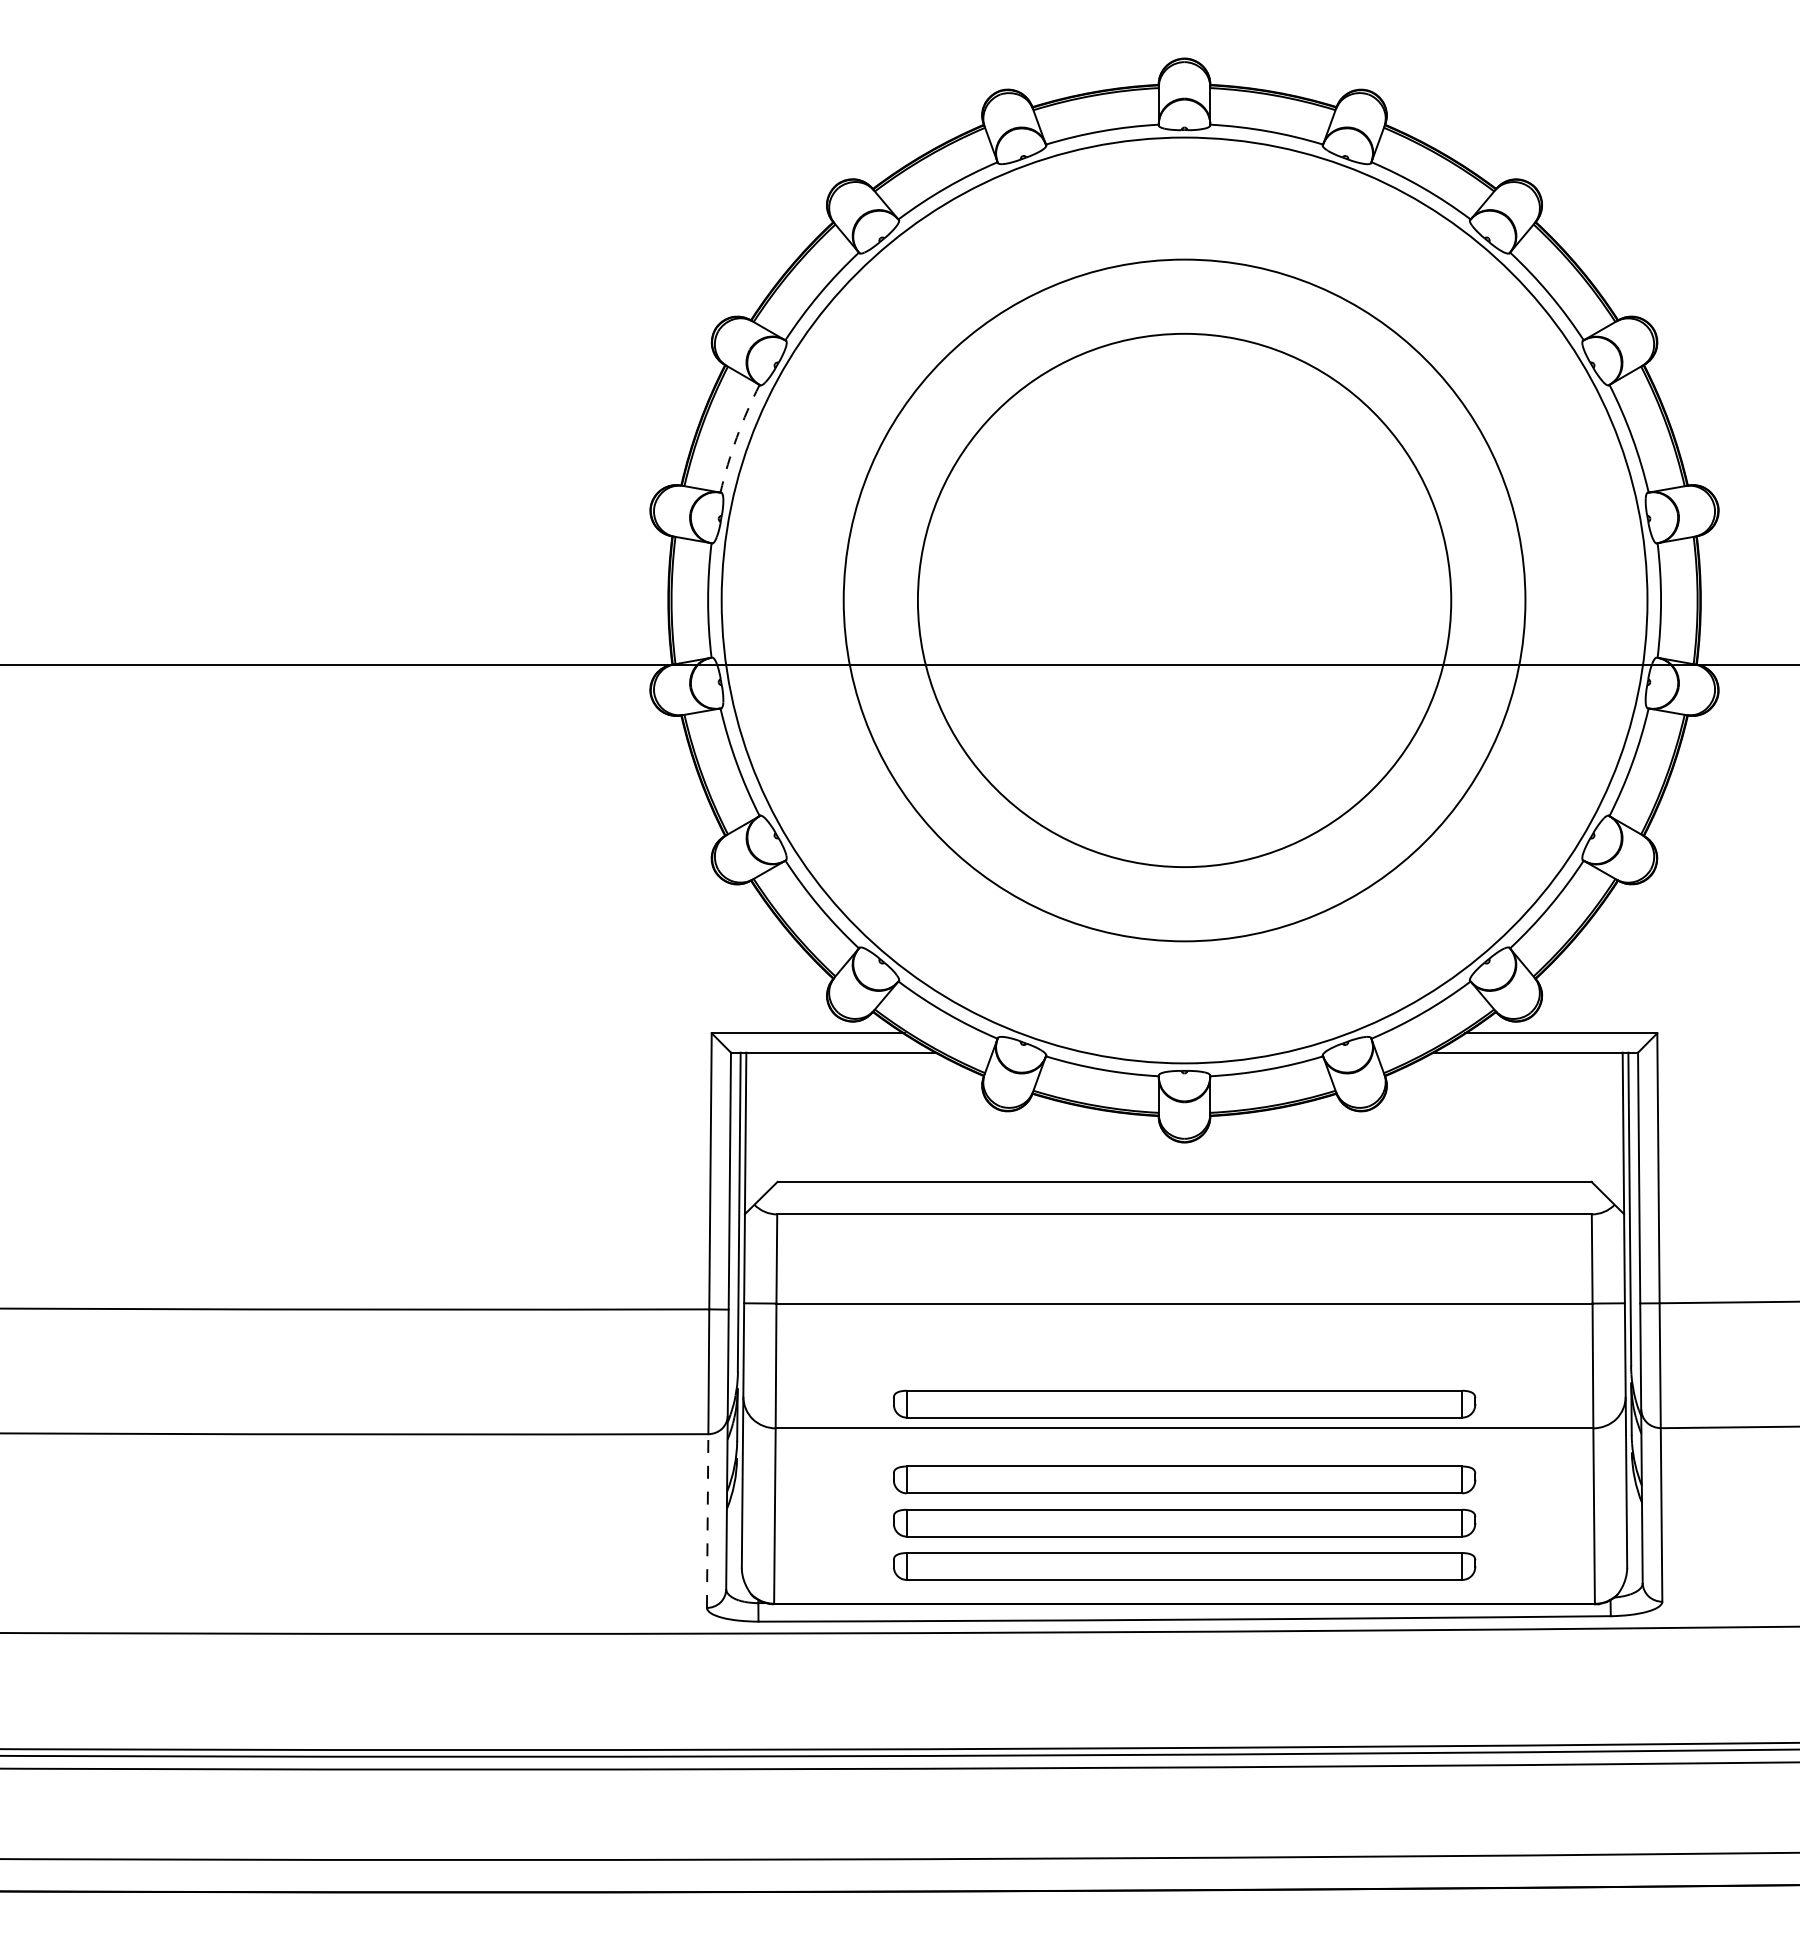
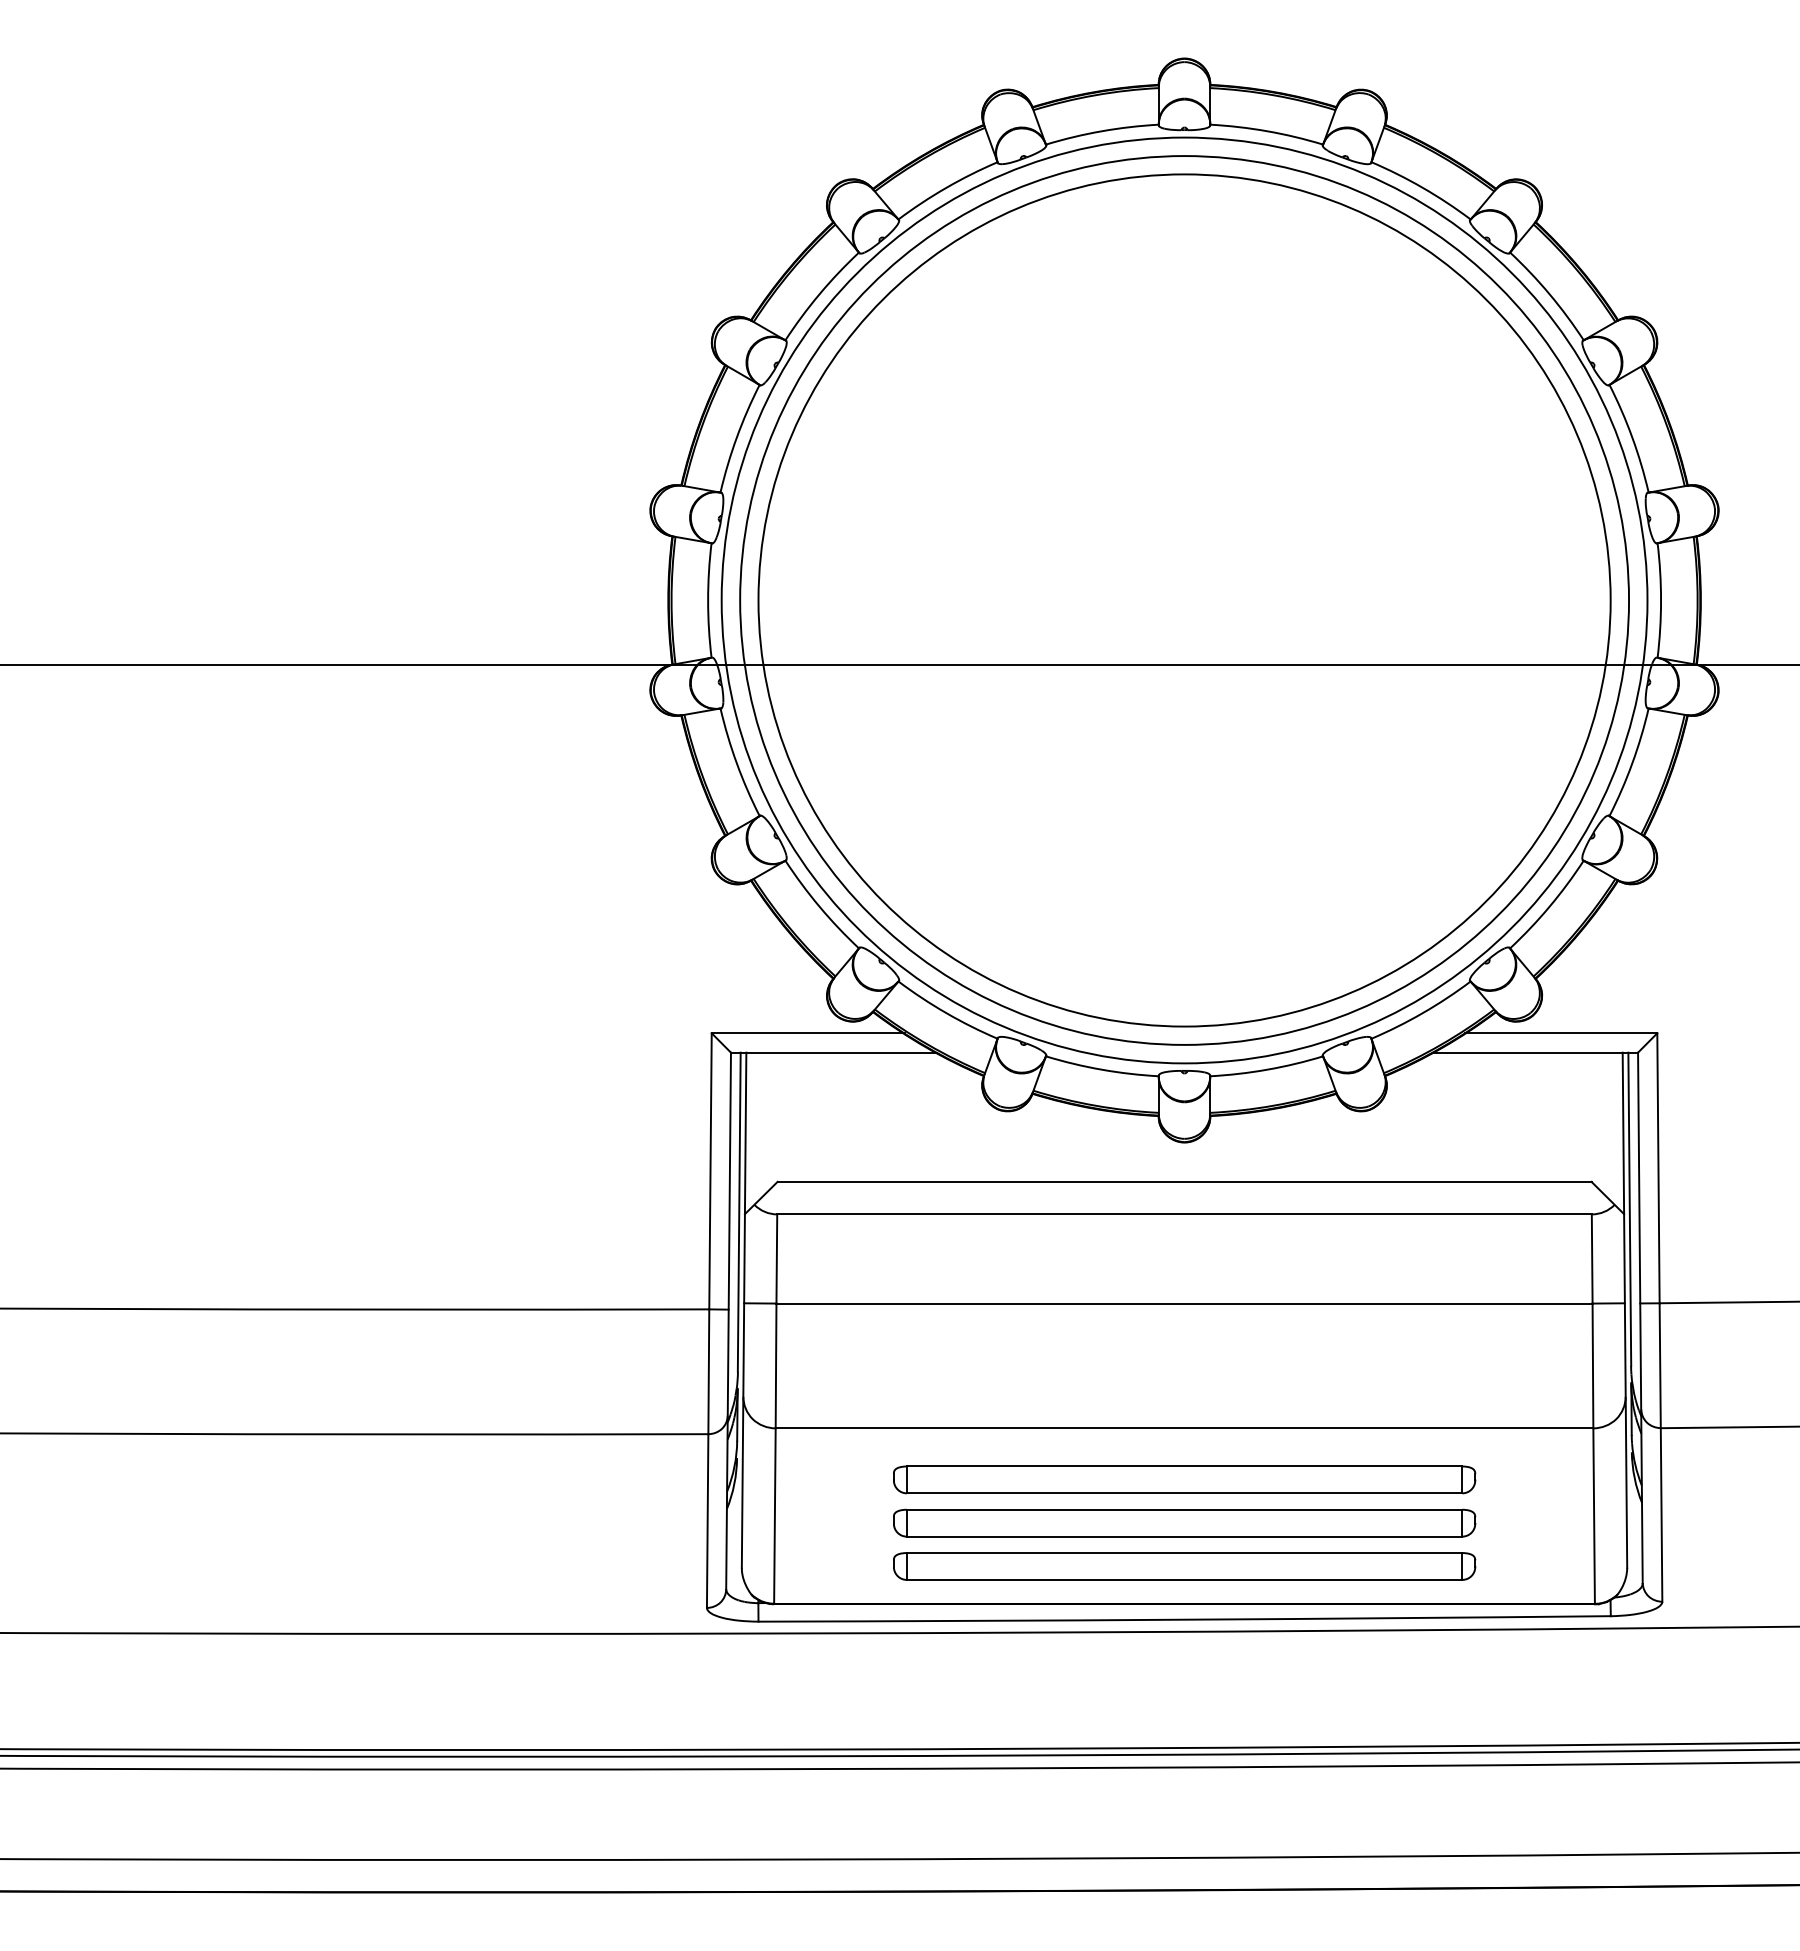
arc at (736, 437): dashed -> solid
circle at (1184, 600) diameter: 533 px -> 889 px
circle at (1184, 600) diameter: 682 px -> 852 px
part at (1184, 1403): present -> none
line at (707, 1521): dashed -> solid
